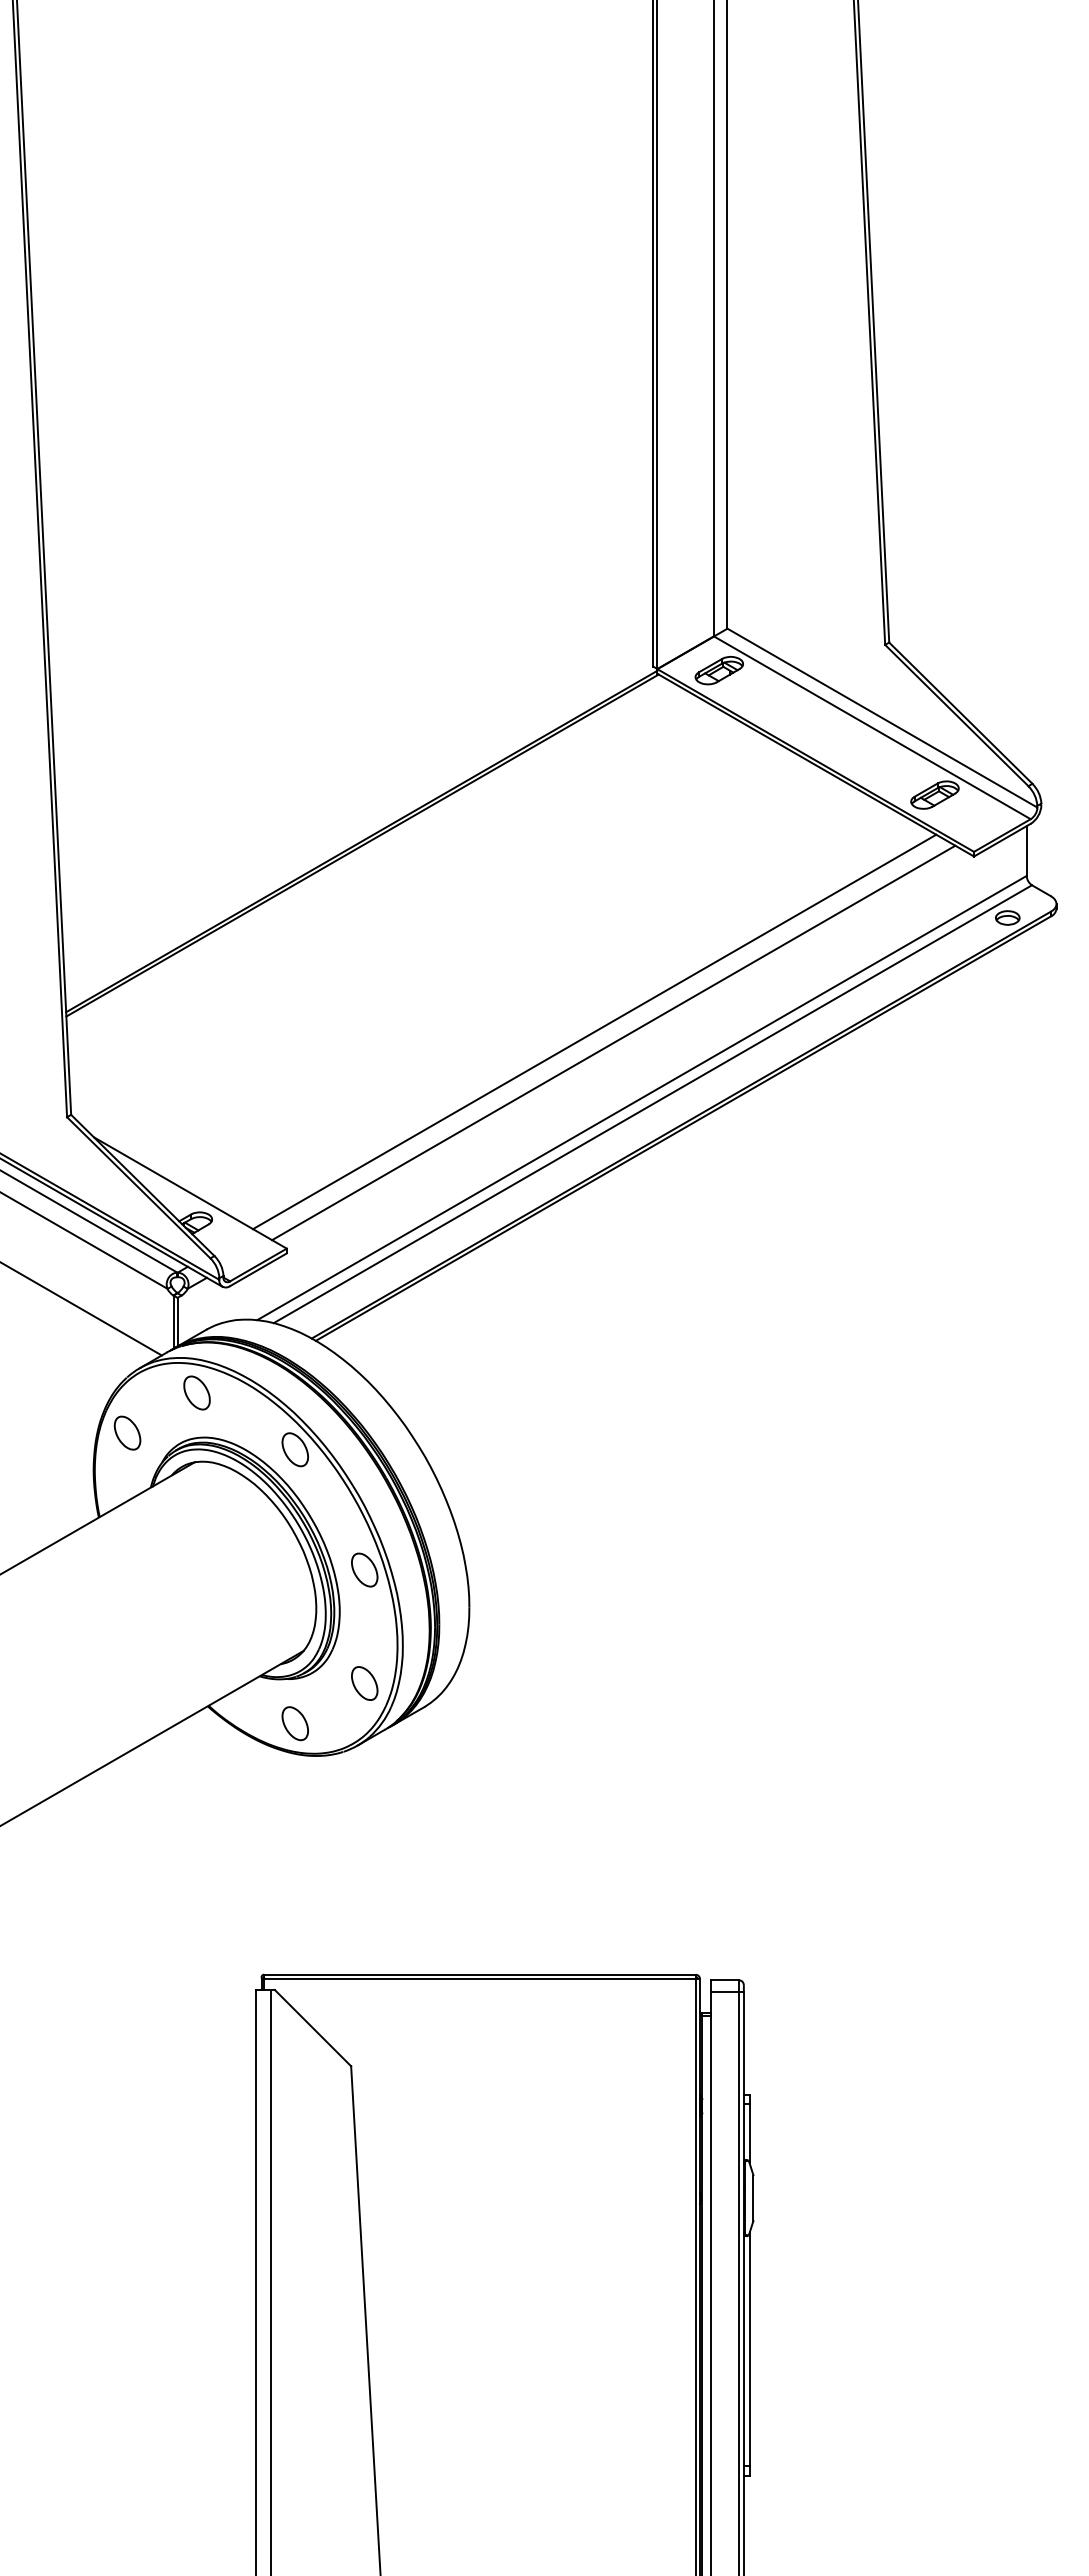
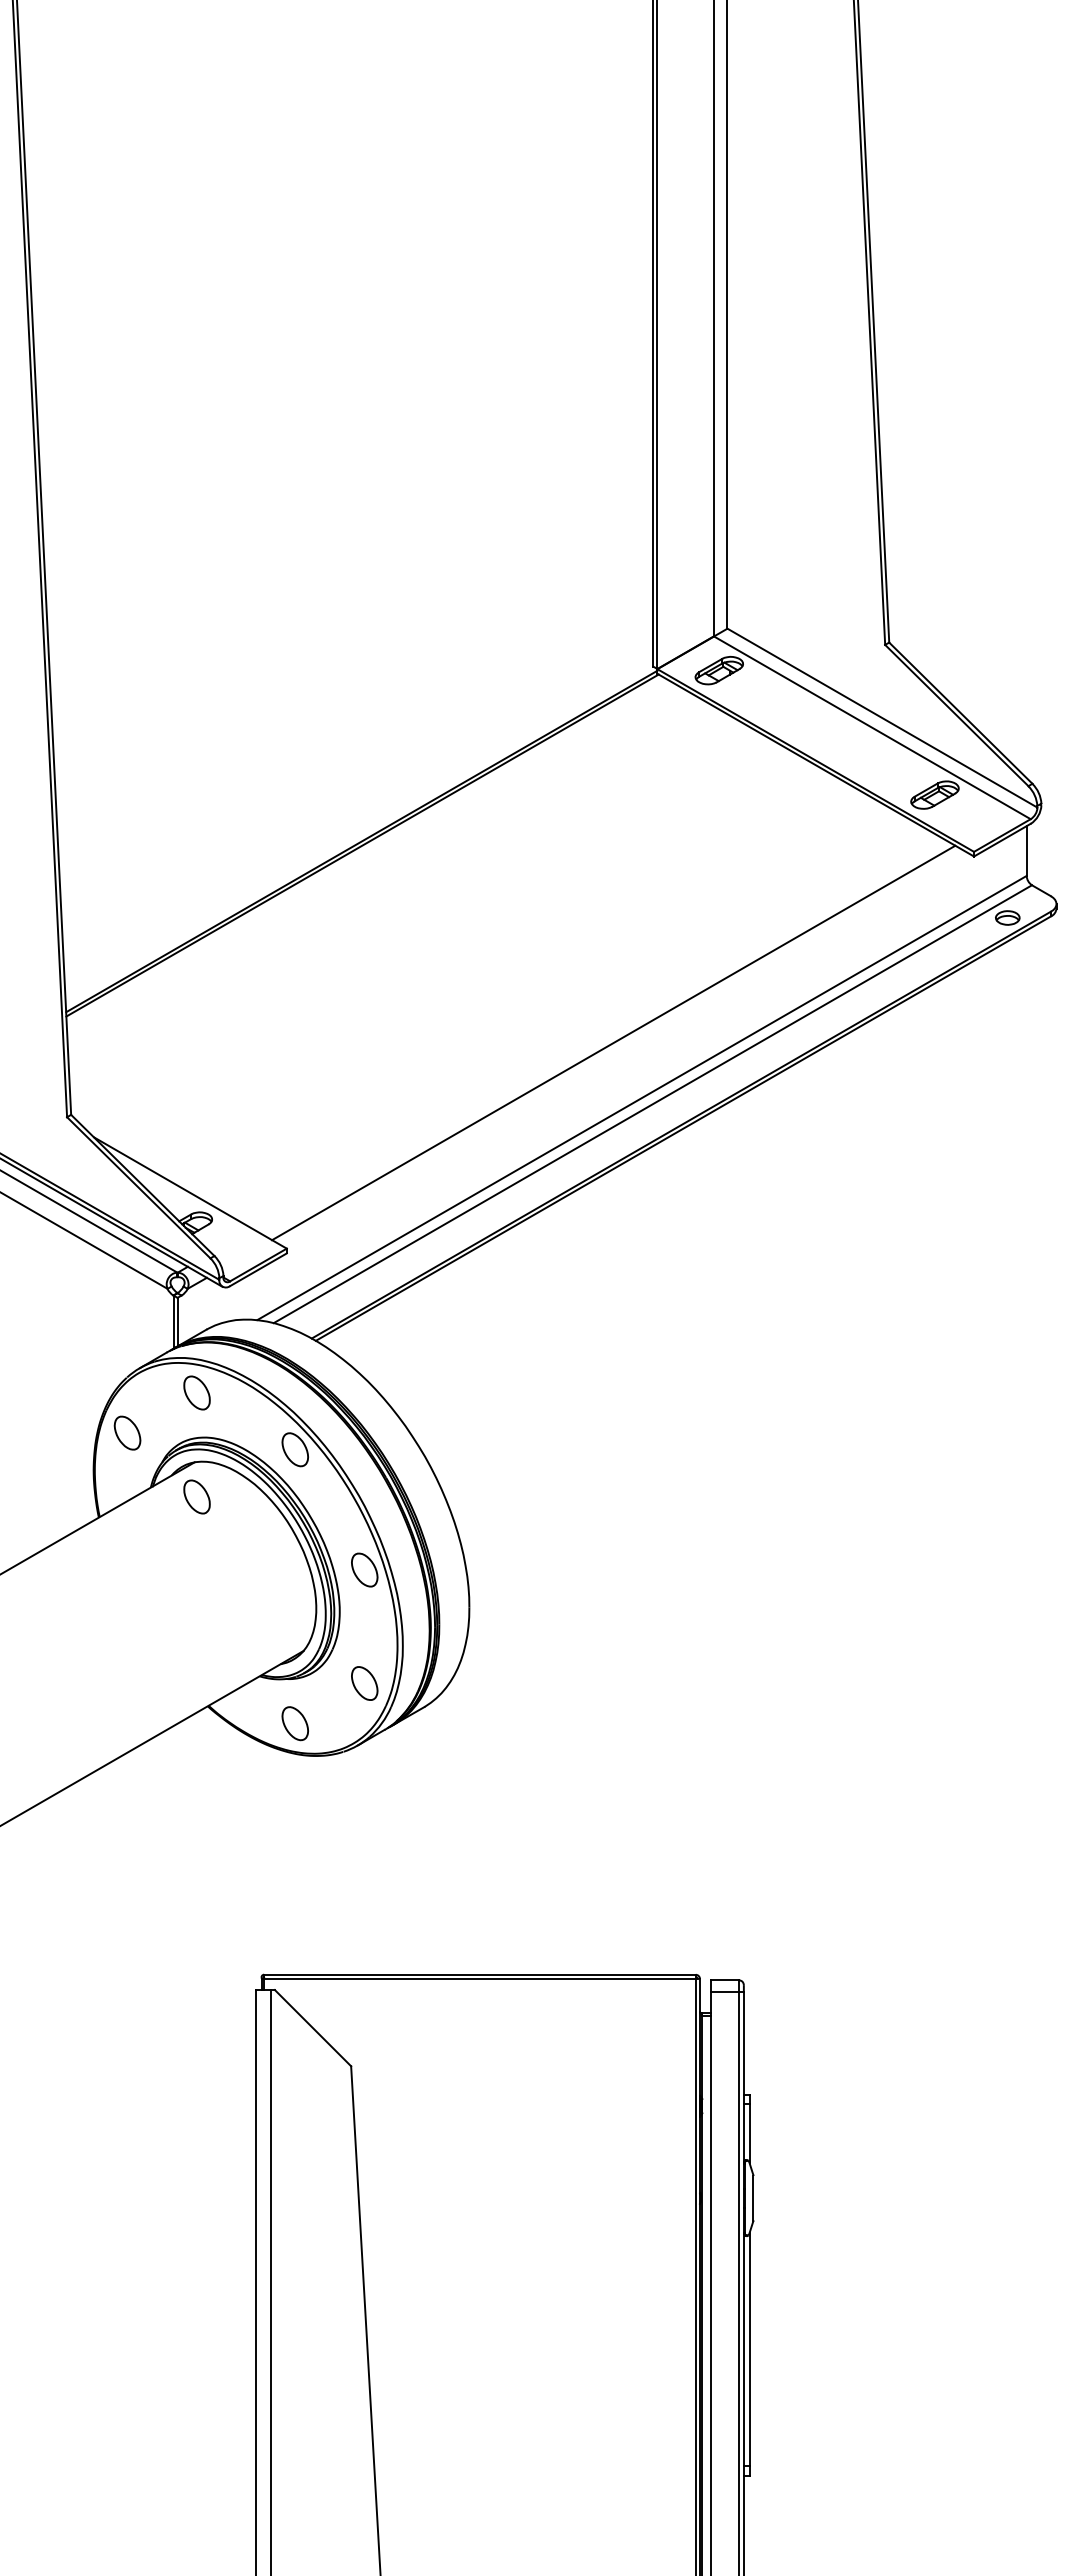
line at (594, 1031): present -> none
line at (81, 1309): present -> none
part at (196, 1496): none -> present
